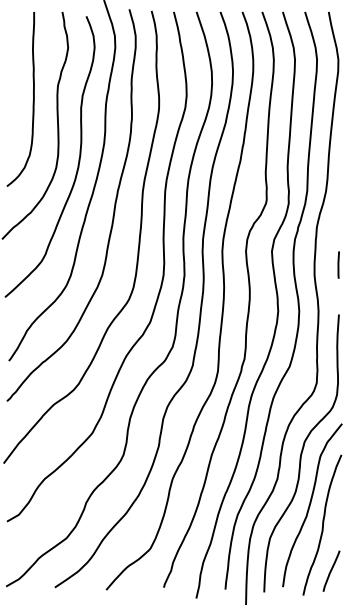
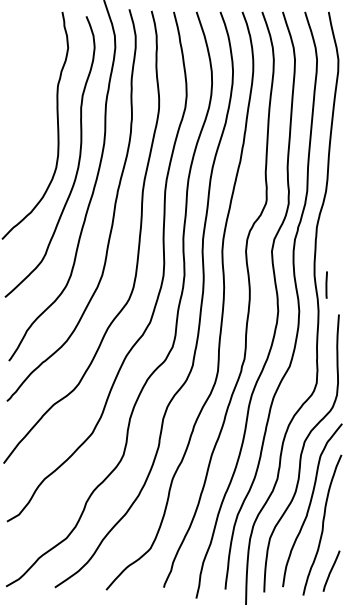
curve at (32, 101): present -> none
line at (338, 264) position: (338, 264) -> (326, 284)
